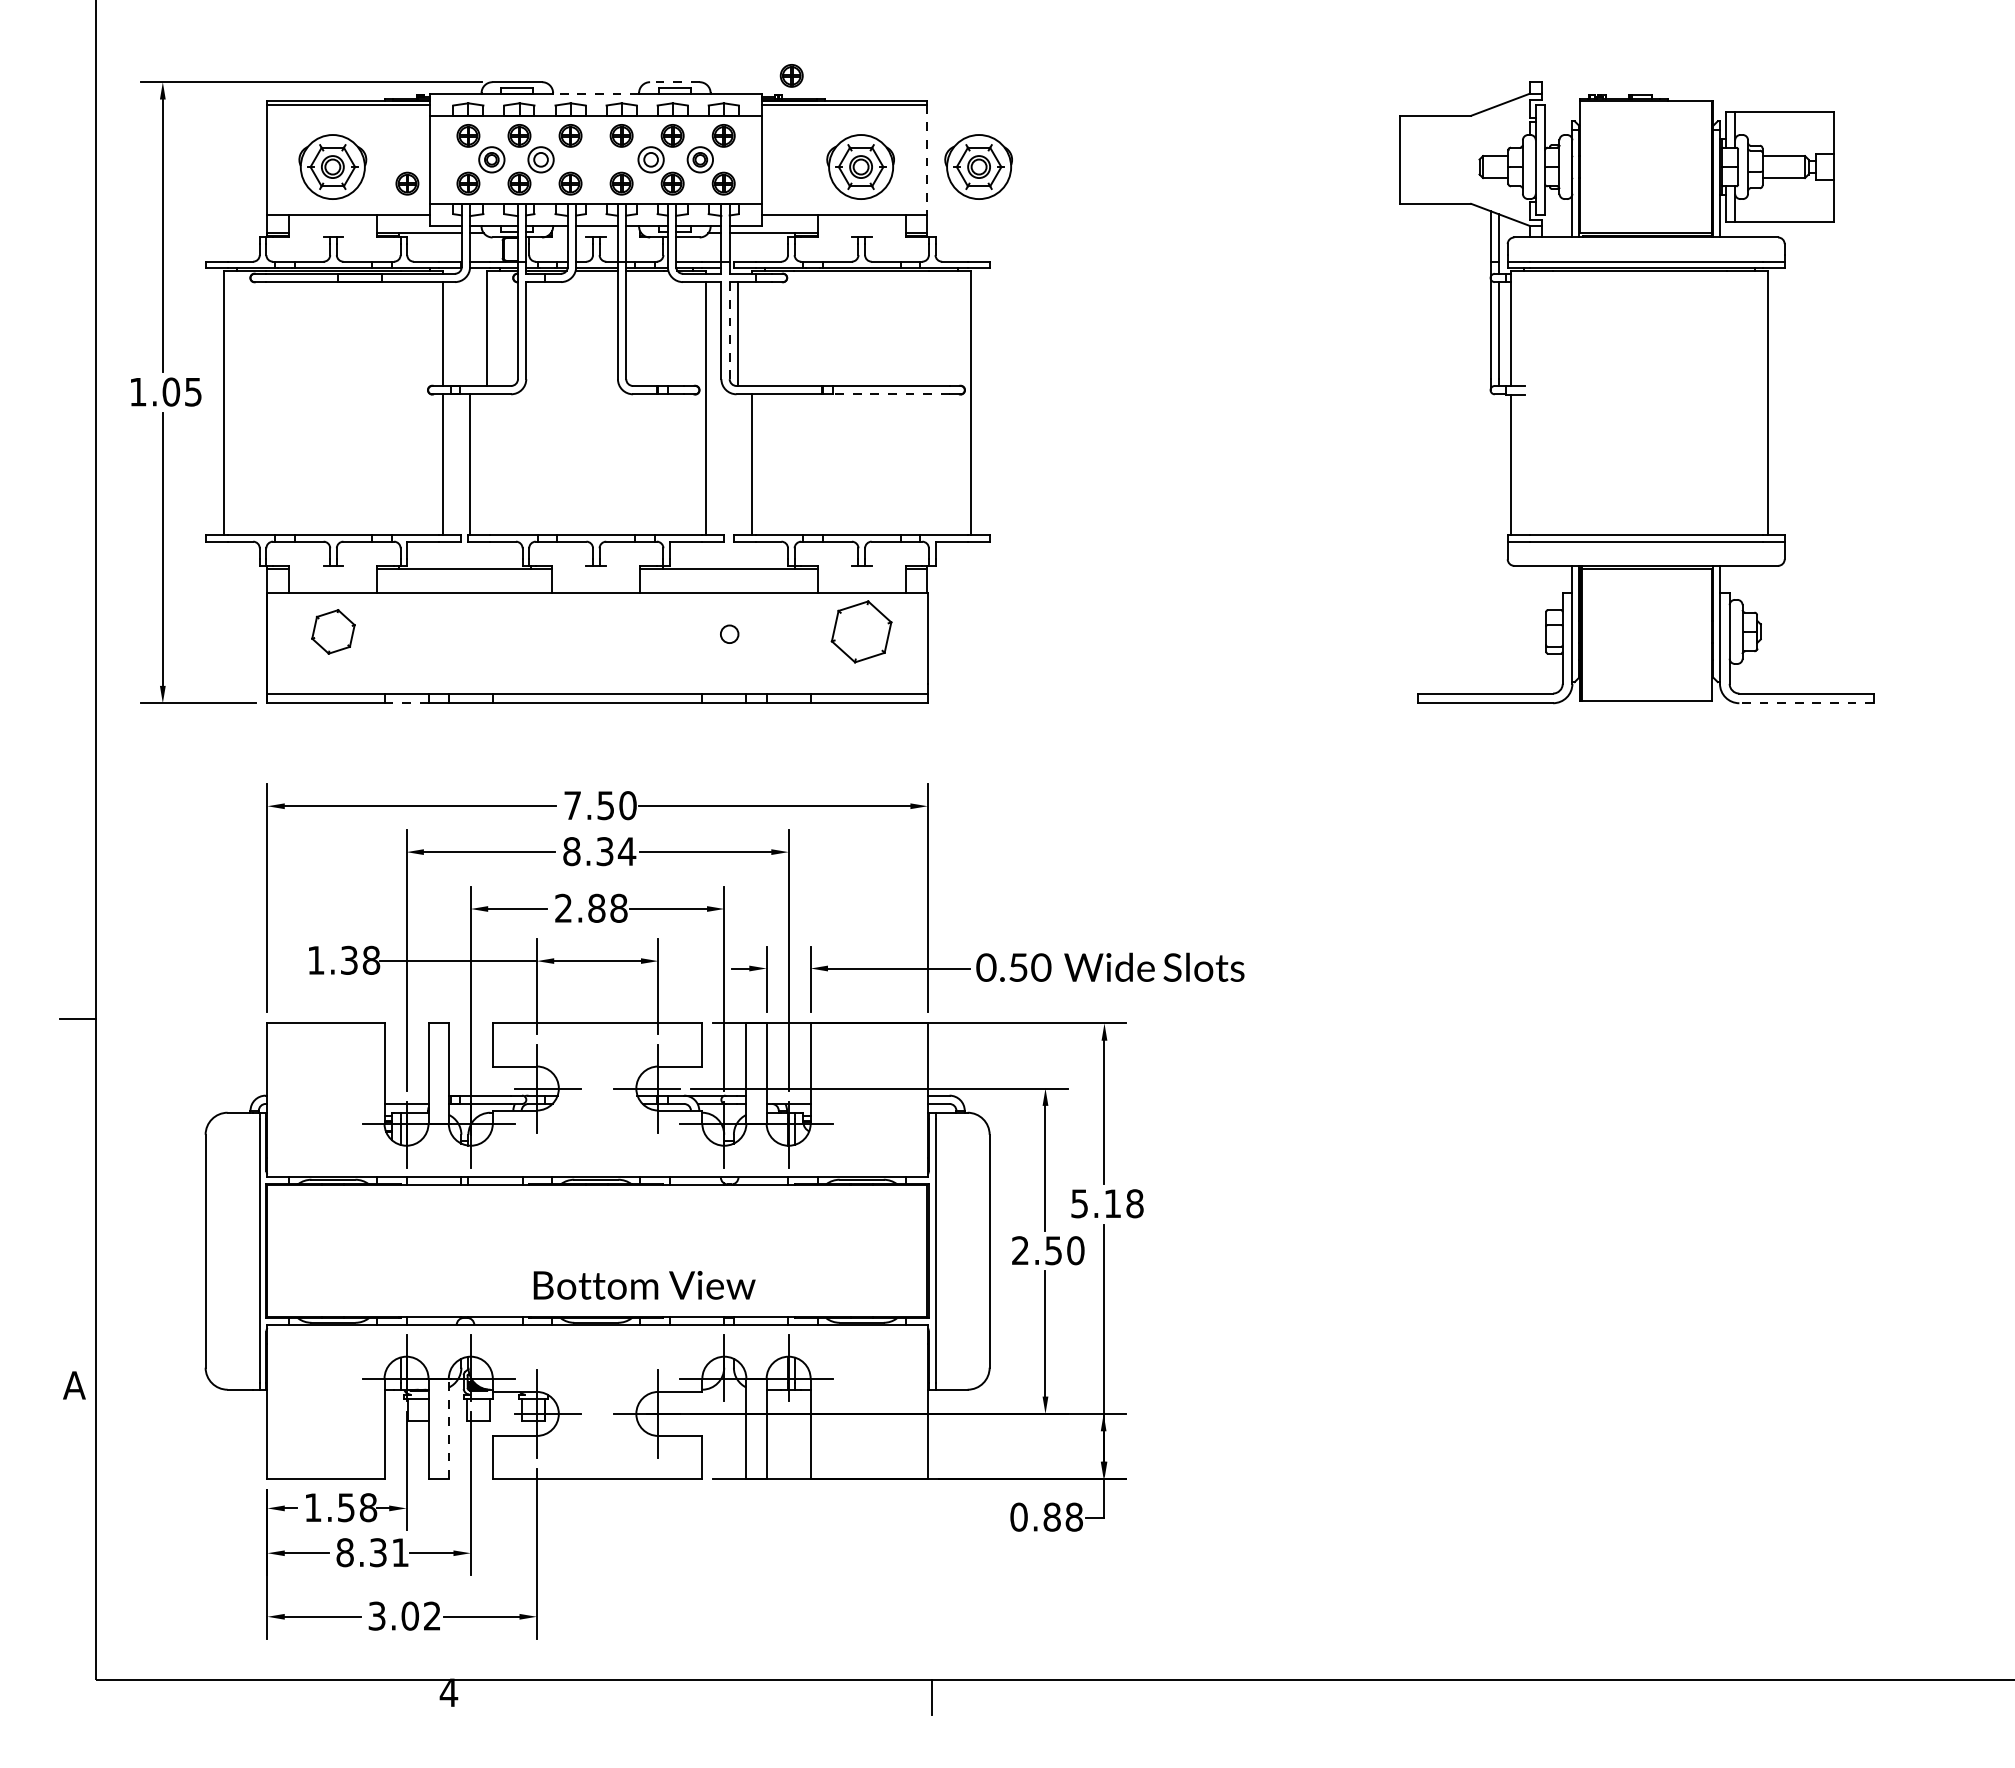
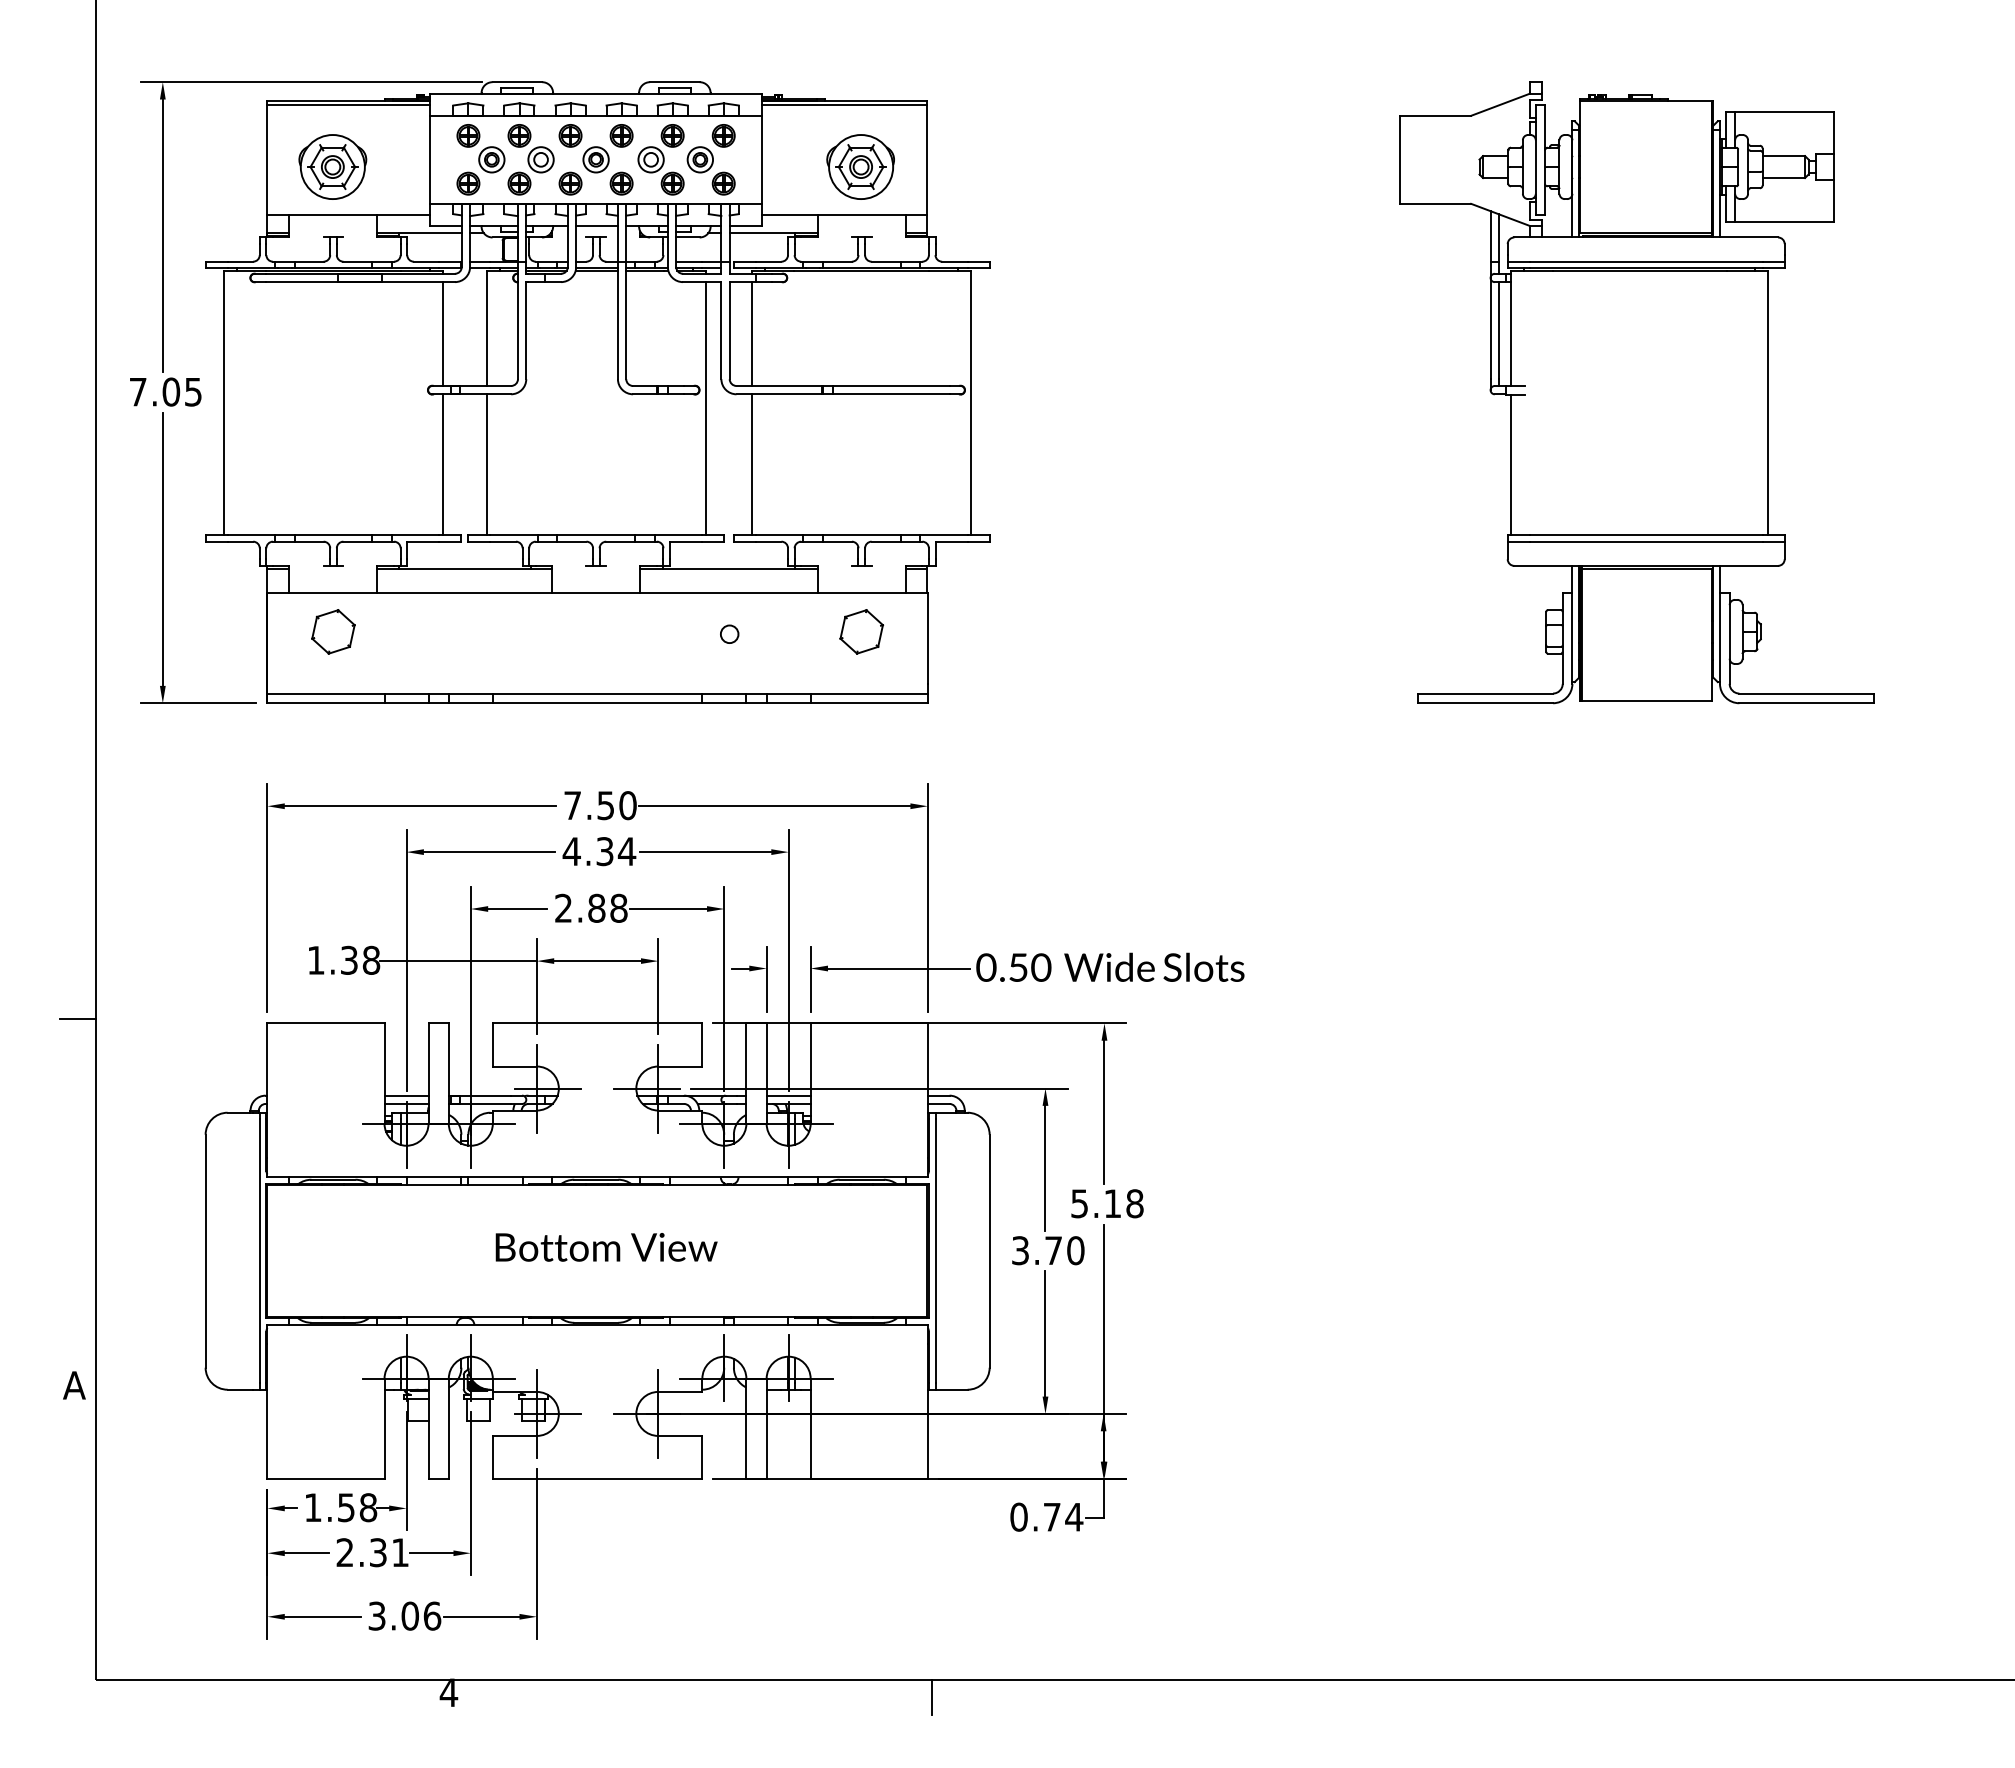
part at (791, 75): present -> none
line at (674, 82): dashed -> solid
line at (596, 93): dashed -> solid
part at (595, 159): none -> present
line at (927, 160): dashed -> solid
part at (978, 166): present -> none
part at (407, 183): present -> none
line at (729, 330): dashed -> solid
line at (738, 333) position: (738, 333) -> (752, 333)
text at (138, 392): 1.05 -> 7.05
line at (890, 394): dashed -> solid
line at (470, 464) position: (470, 464) -> (487, 464)
part at (861, 631) size: 63x64 px -> 46x46 px
line at (406, 703): dashed -> solid
line at (1806, 703): dashed -> solid
text at (571, 851): 8.34 -> 4.34
line at (406, 1095): none -> present
line at (788, 1095): none -> present
text at (1036, 1250): 2.50 -> 3.70
text at (644, 1285) position: (644, 1285) -> (606, 1247)
line at (448, 1428): dashed -> solid
text at (1063, 1516): 0.88 -> 0.74
text at (344, 1552): 8.31 -> 2.31
text at (432, 1615): 3.02 -> 3.06
